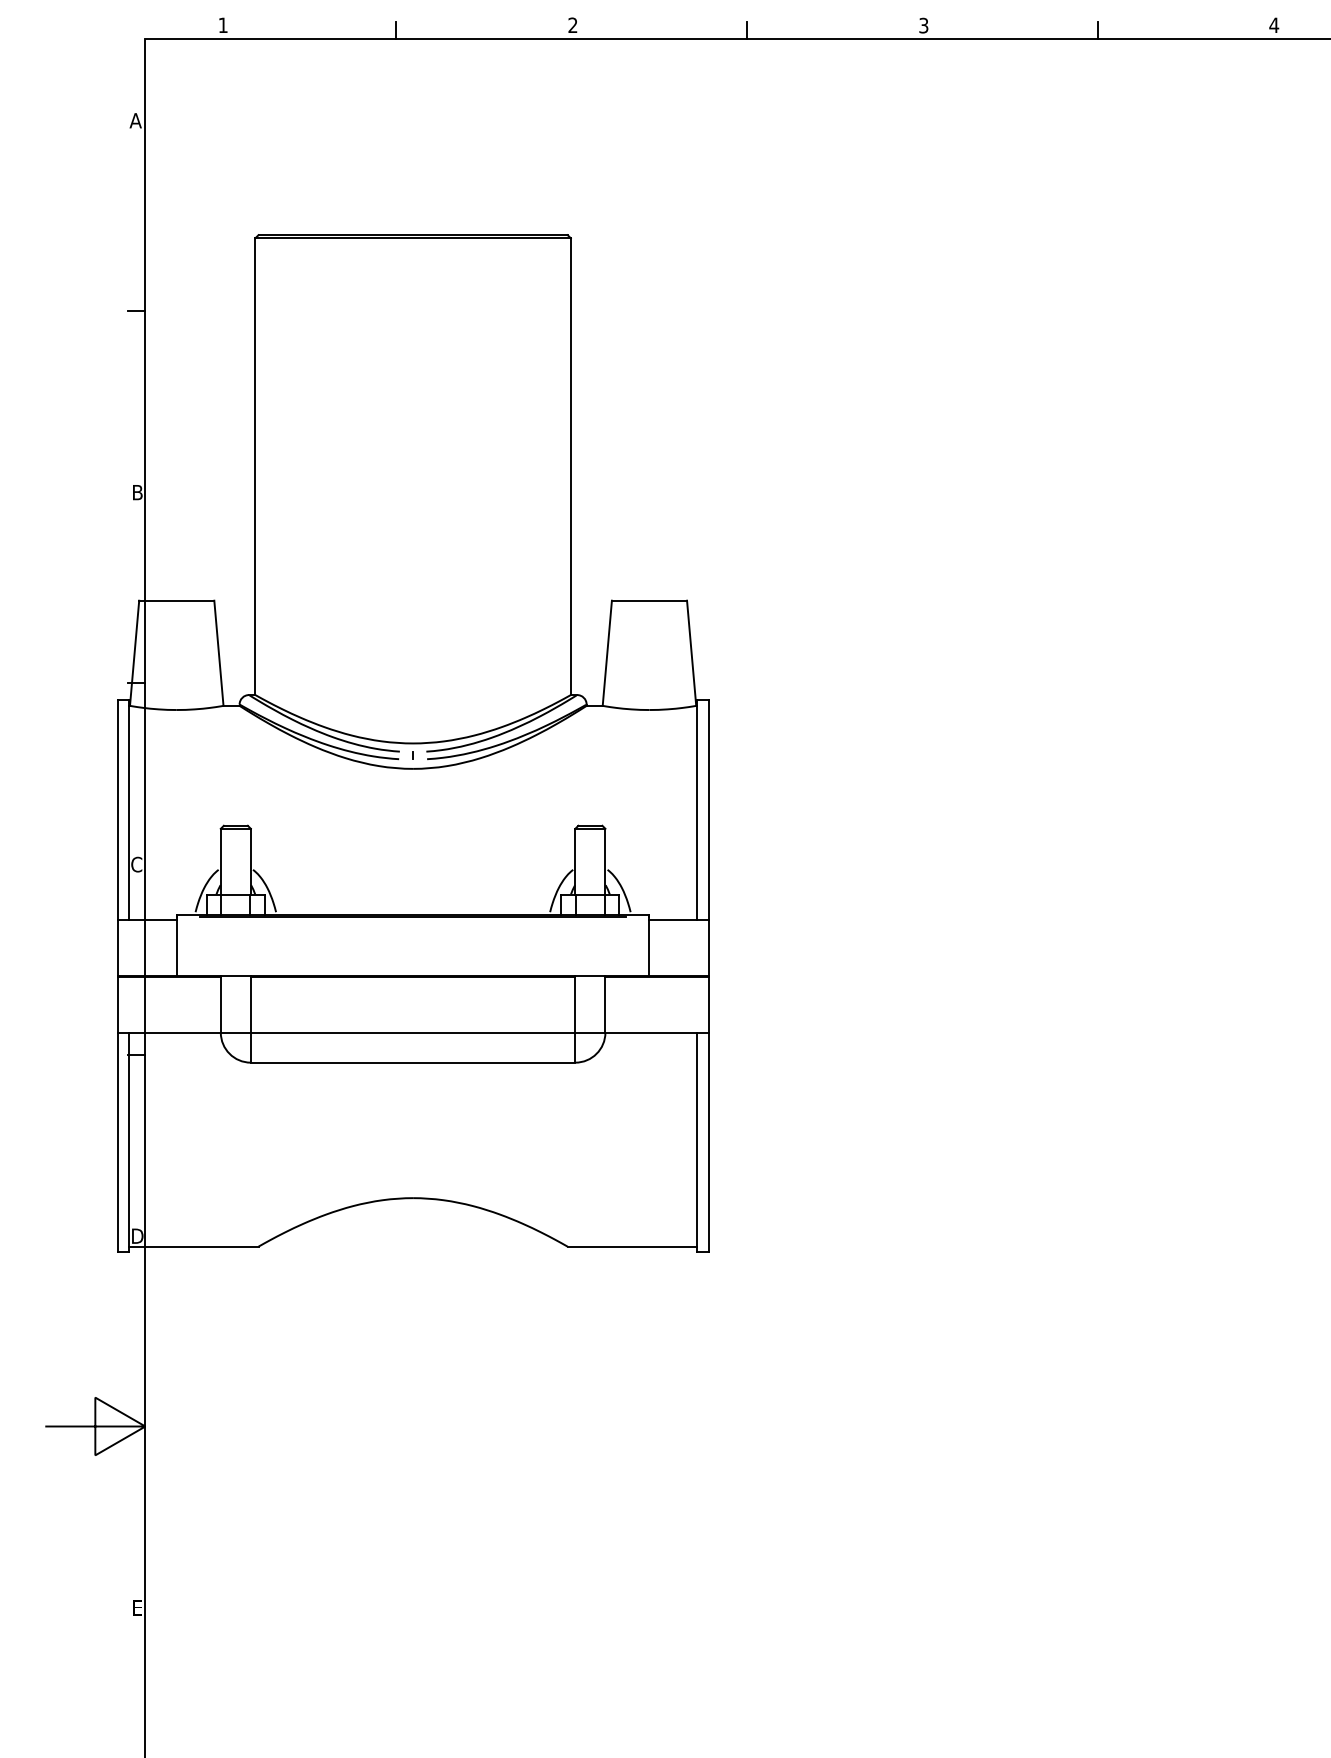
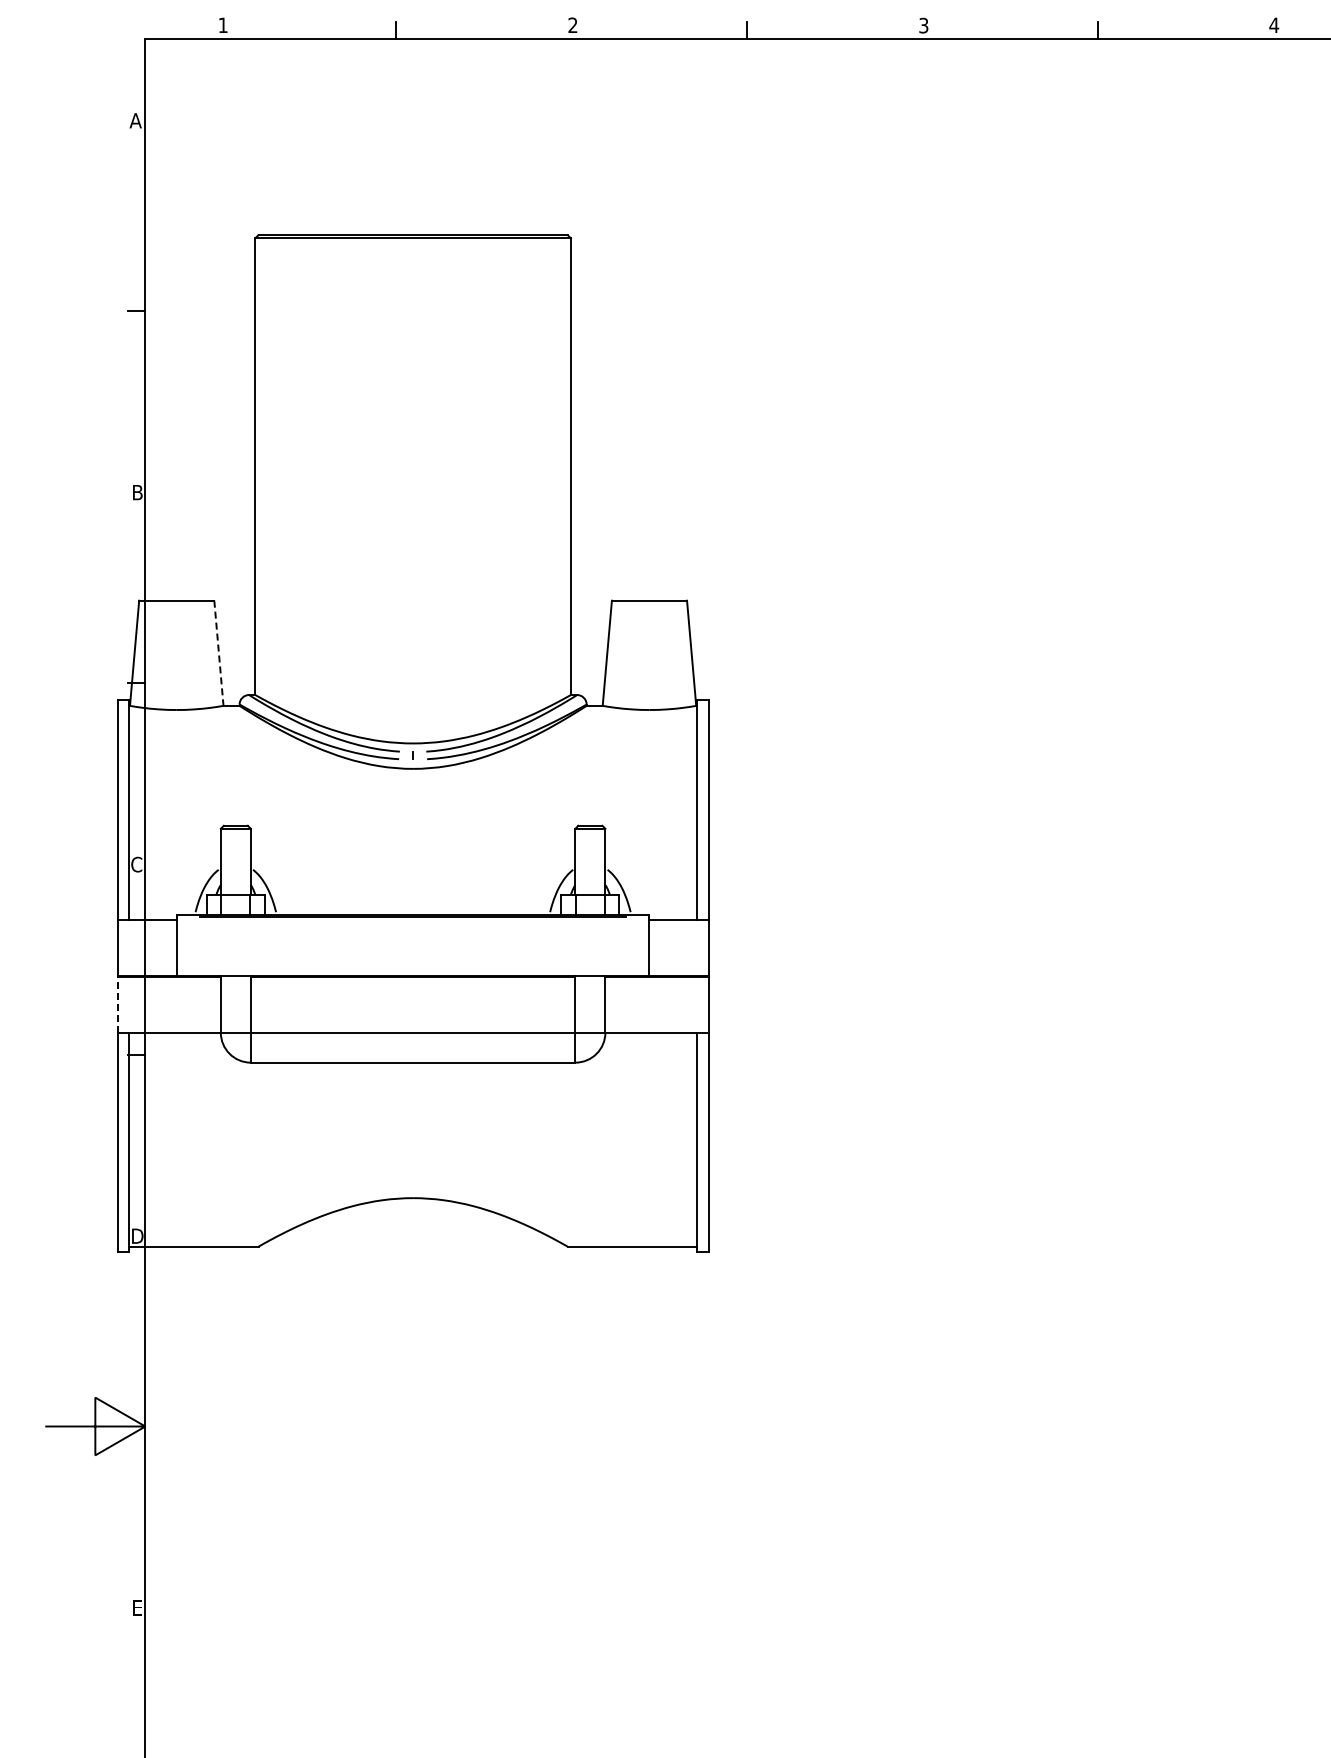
line at (218, 653): solid -> dashed
line at (117, 1004): solid -> dashed
